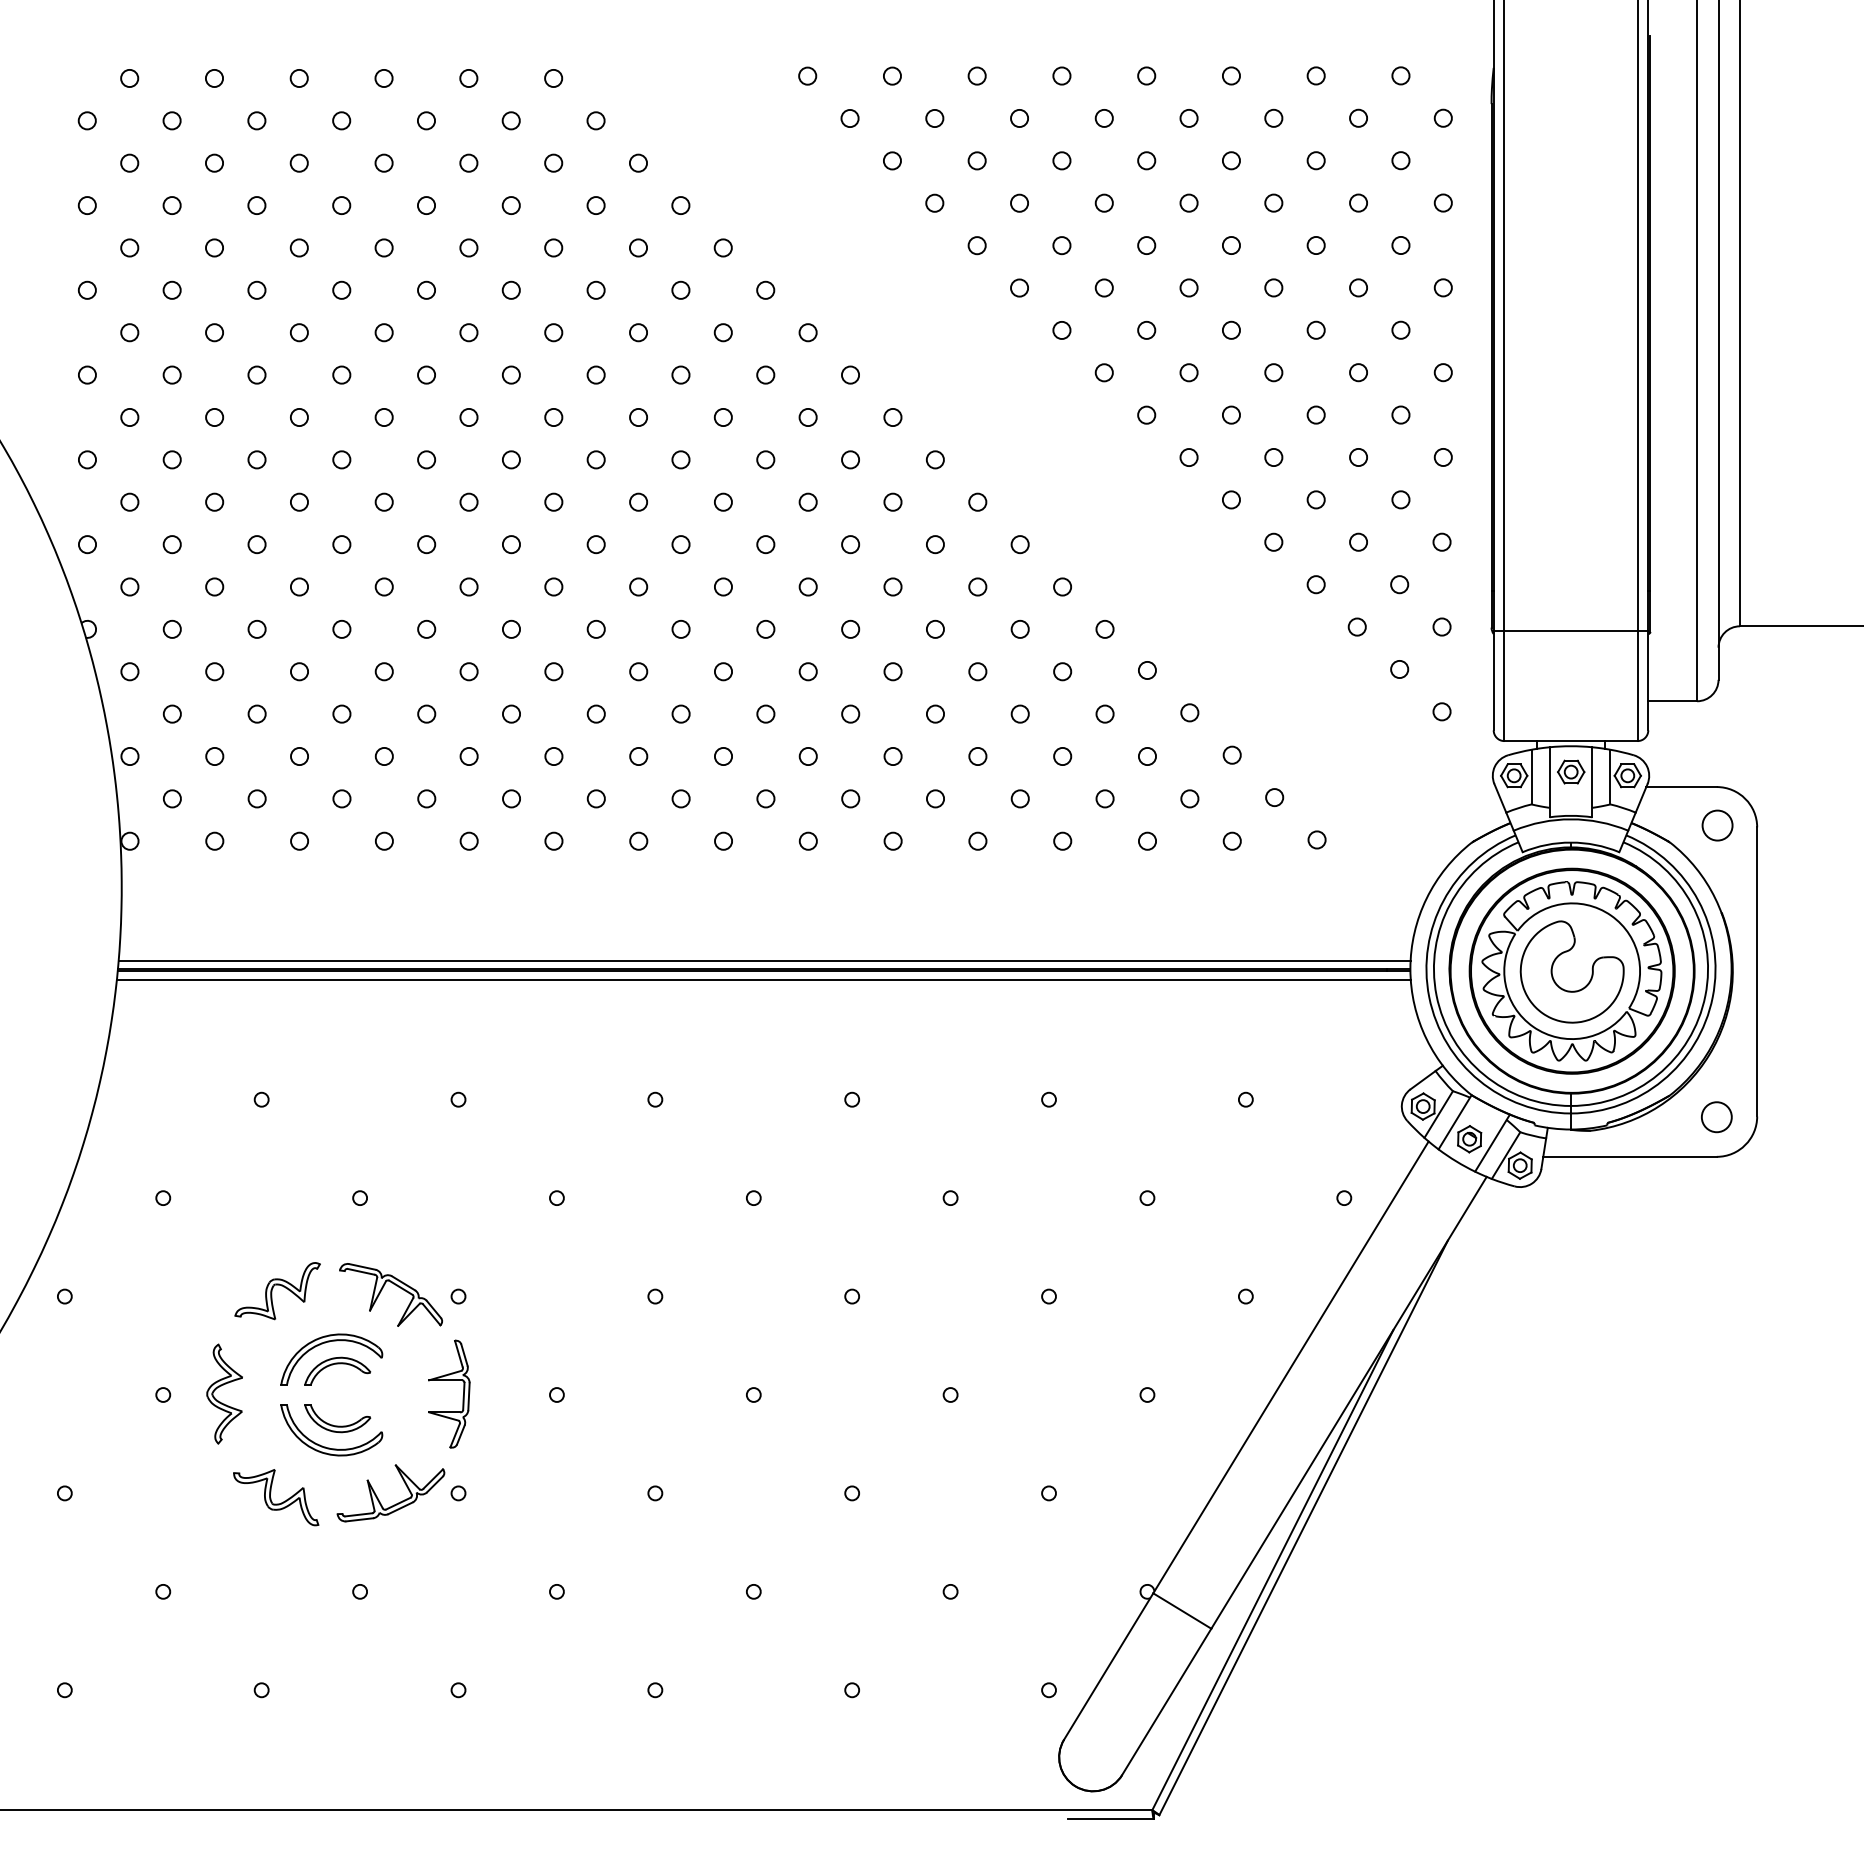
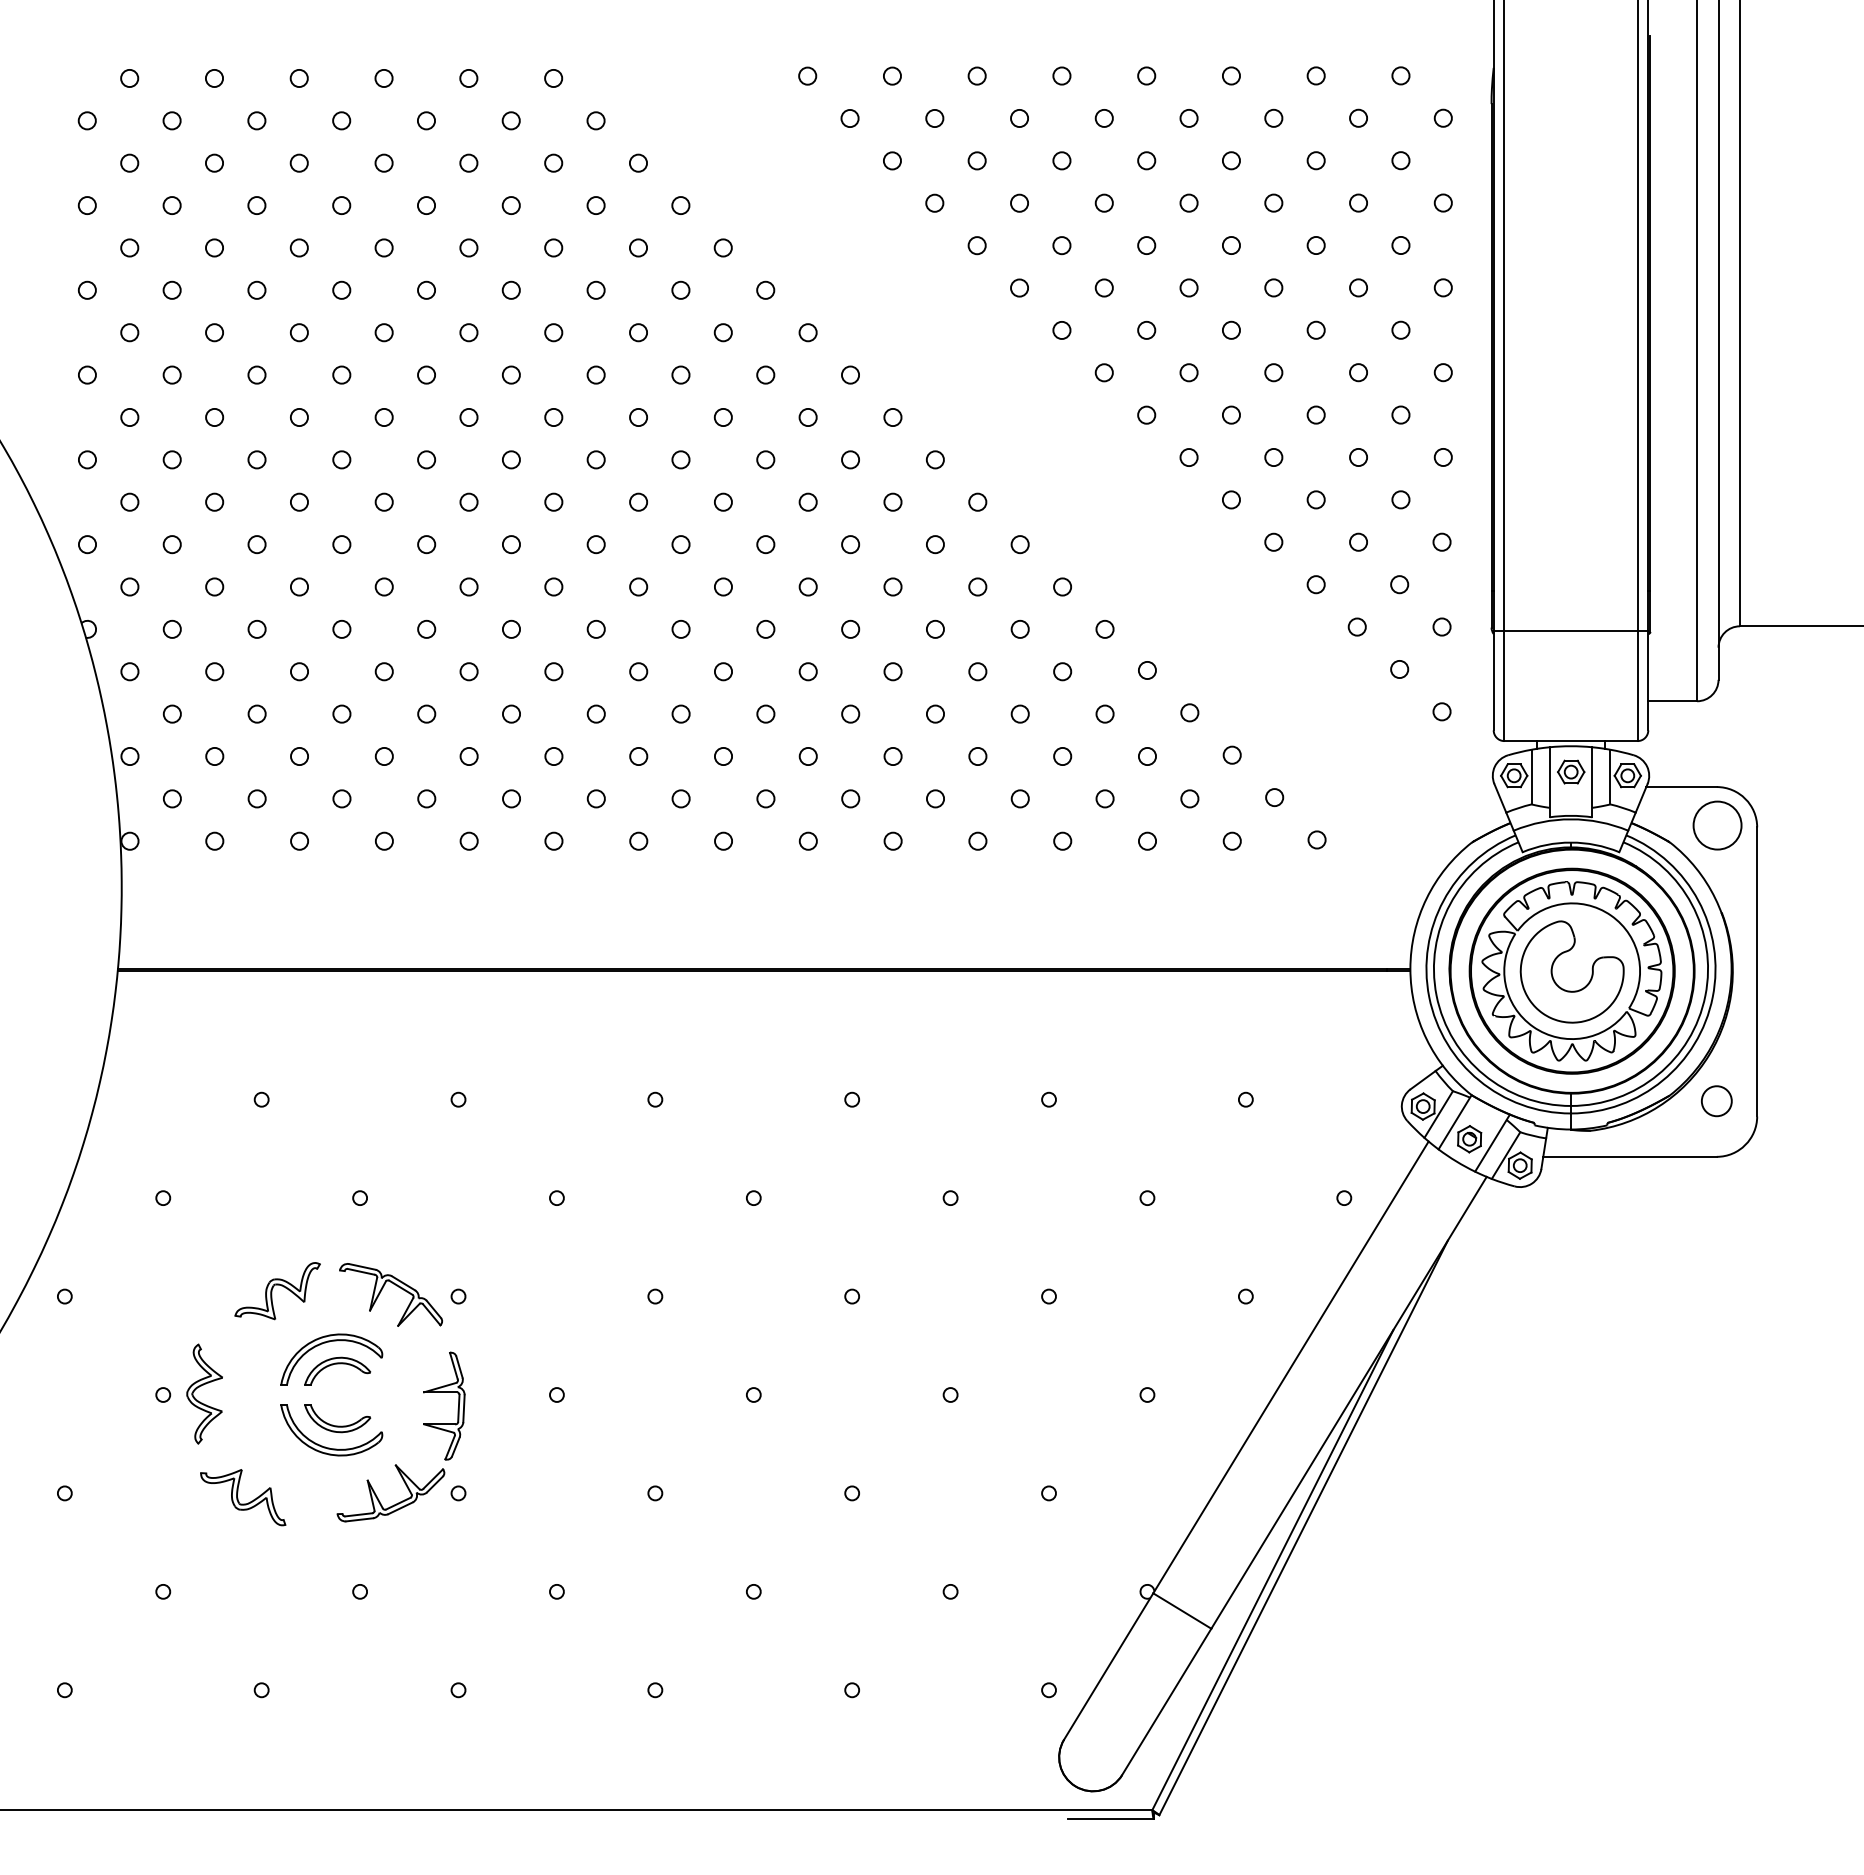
circle at (1717, 825) diameter: 30 px -> 48 px
line at (764, 961): present -> none
line at (763, 979): present -> none
circle at (1716, 1117) position: (1716, 1117) -> (1716, 1101)
part at (449, 1380) position: (449, 1380) -> (444, 1392)
part at (221, 1386) position: (221, 1386) -> (201, 1386)
part at (276, 1497) position: (276, 1497) -> (243, 1497)
